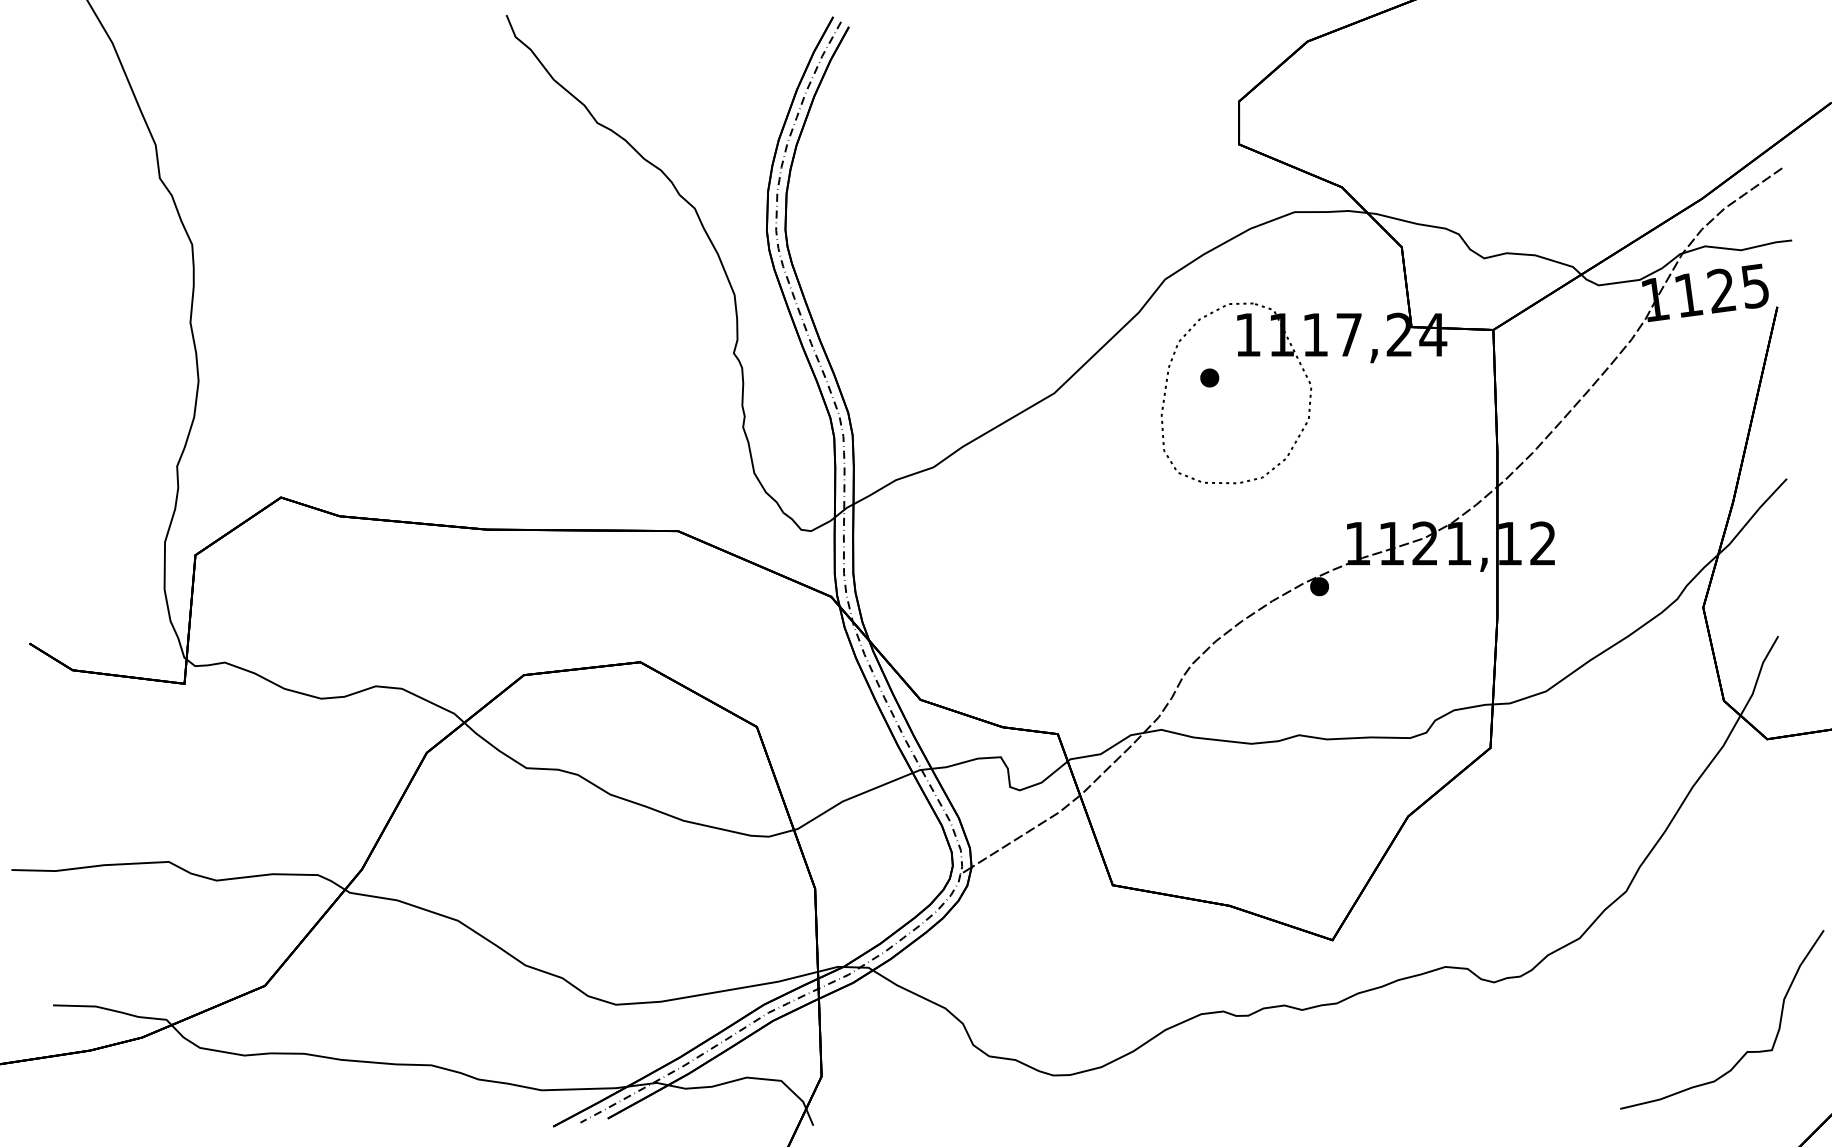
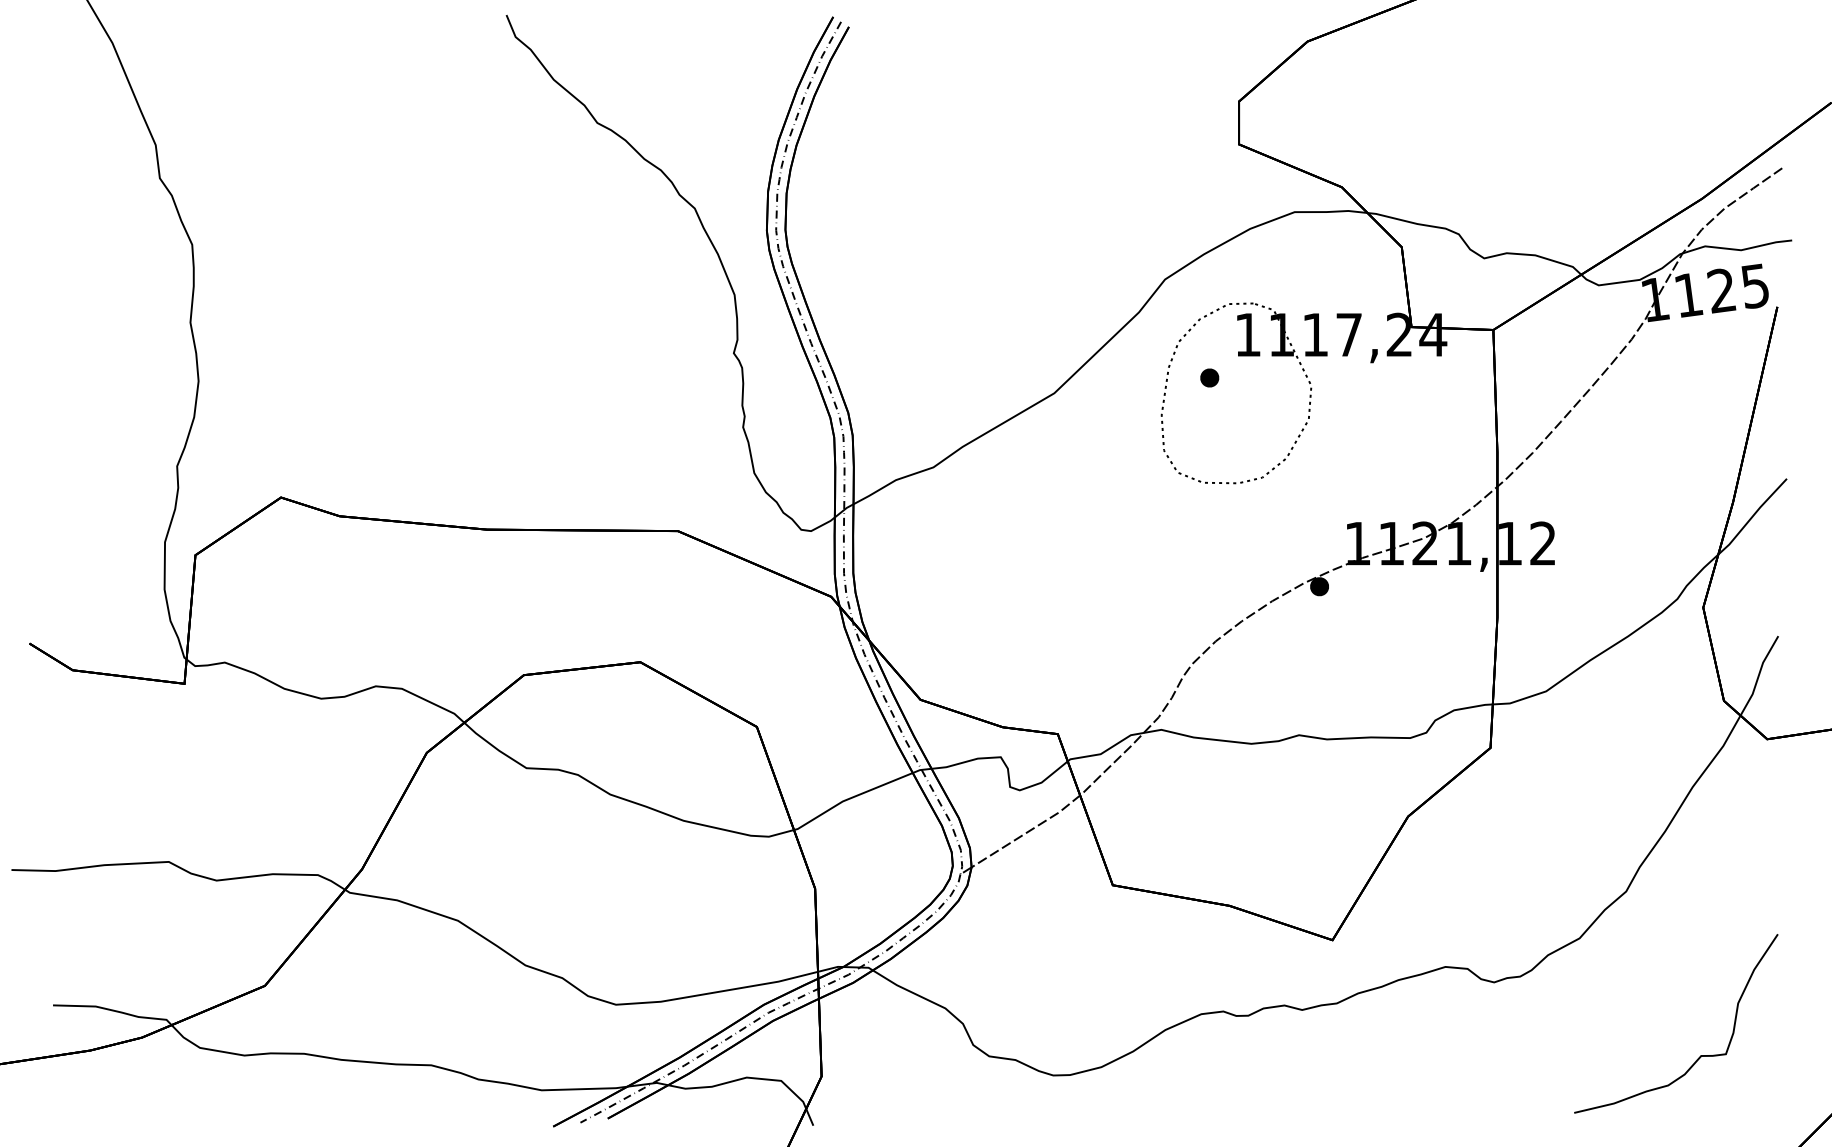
curve at (1746, 1051) position: (1746, 1051) -> (1700, 1055)
